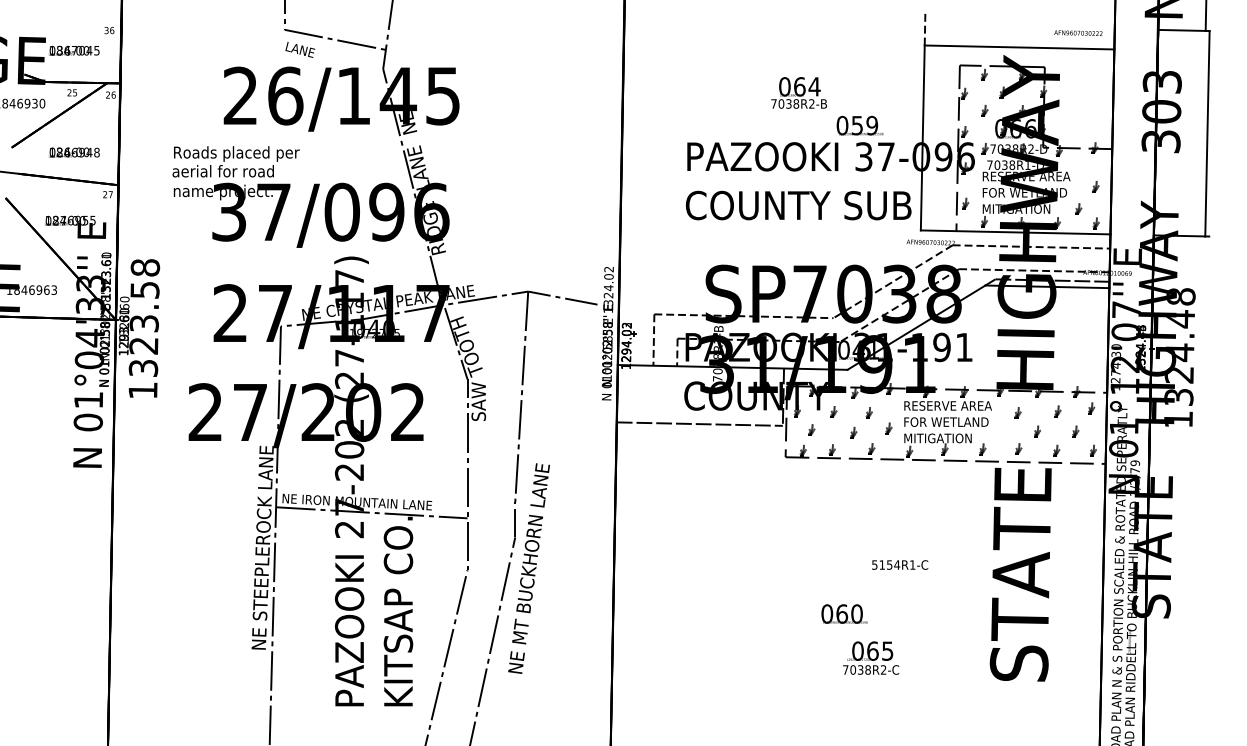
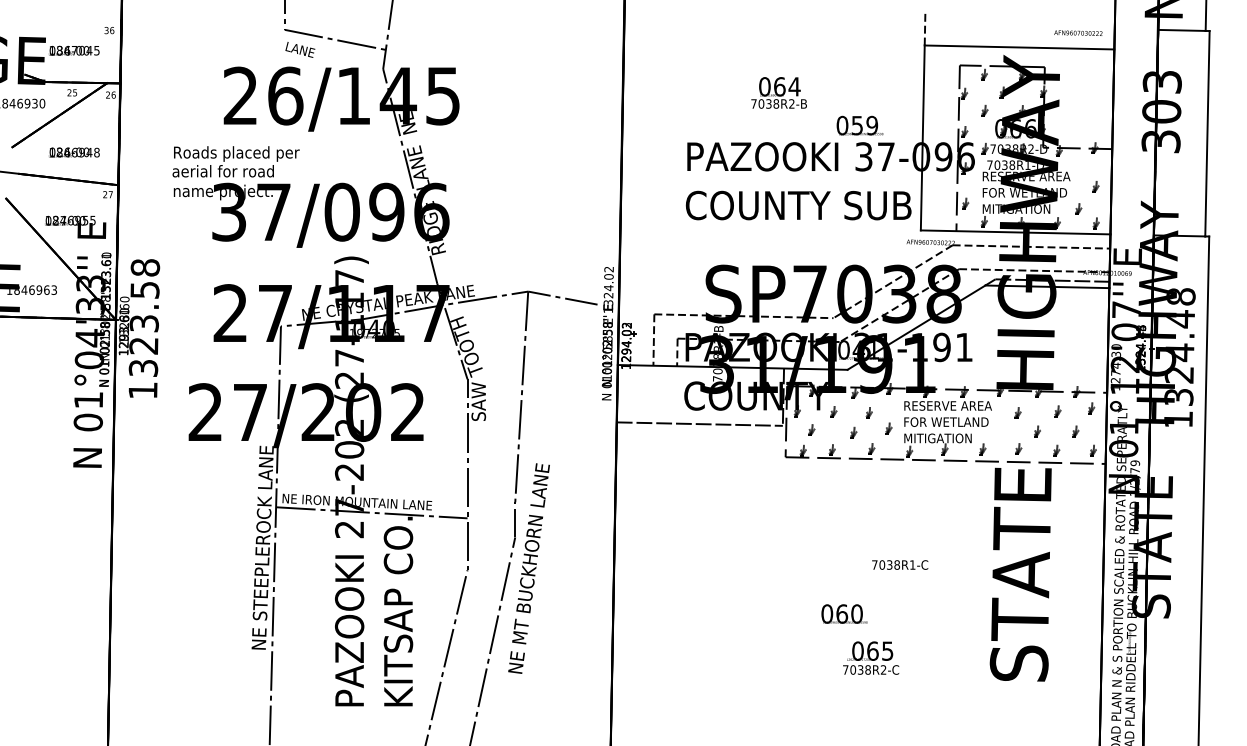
text at (798, 92) position: (798, 92) -> (778, 92)
line at (1203, 489): none -> present
text at (885, 564): 5154R1-C -> 7038R1-C
